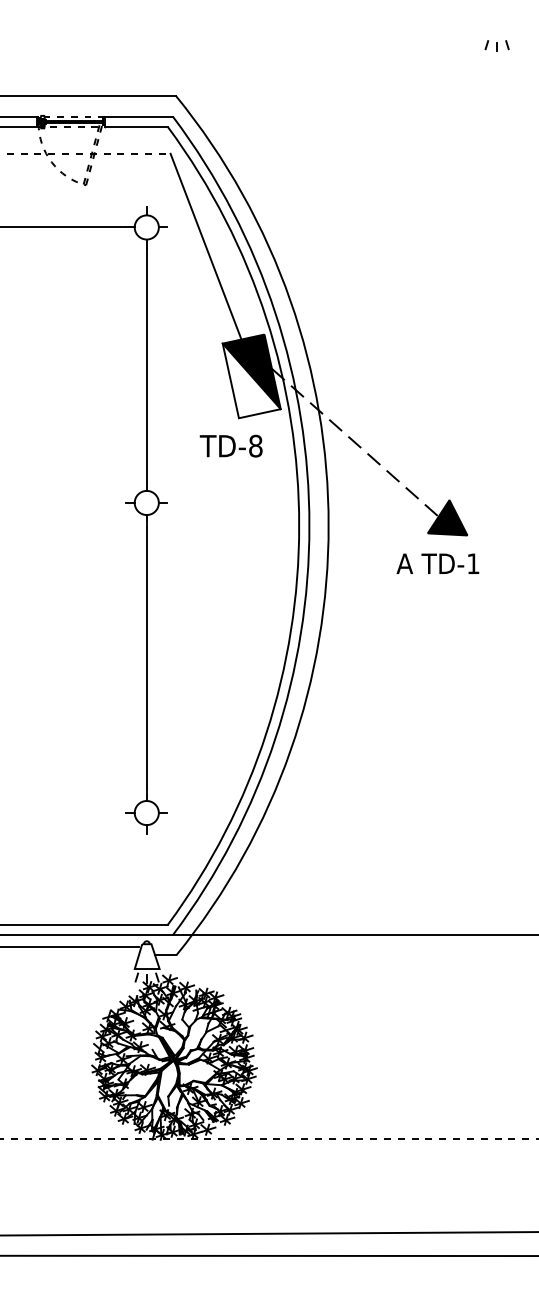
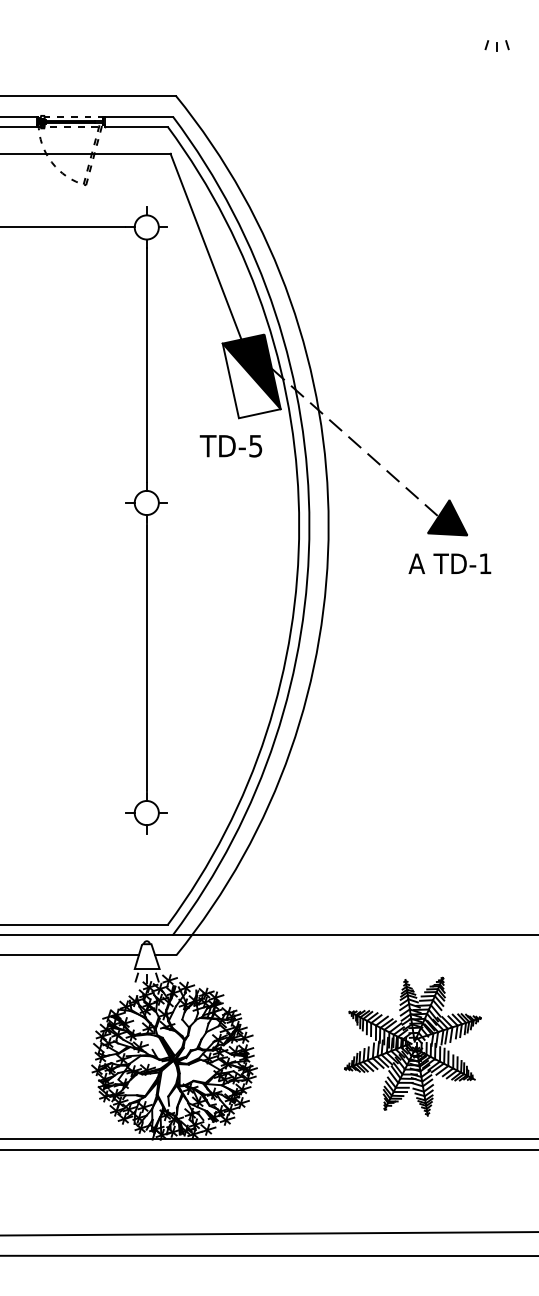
line at (85, 153): dashed -> solid
text at (255, 445): TD-8 -> TD-5
text at (437, 563) position: (437, 563) -> (449, 563)
line at (70, 947) position: (70, 947) -> (70, 955)
part at (412, 1046): none -> present
line at (269, 1139): dashed -> solid
line at (268, 1149): none -> present
